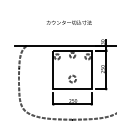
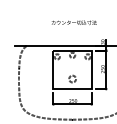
text at (69, 22) position: (69, 22) -> (74, 22)
